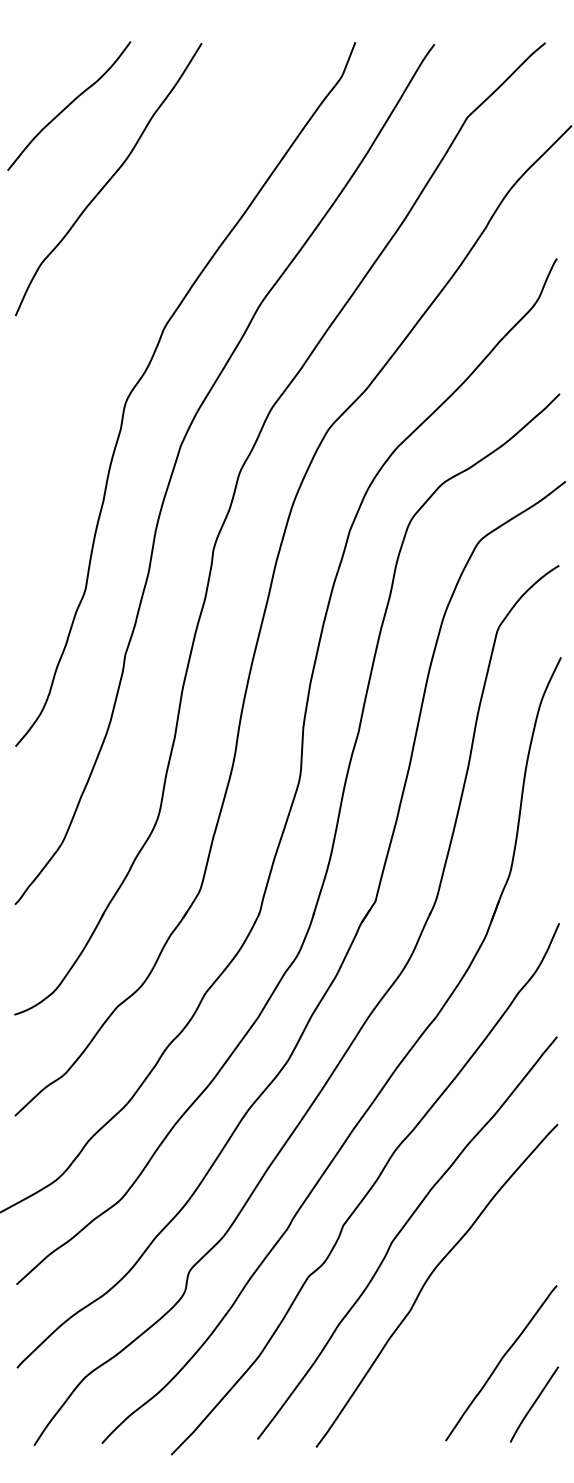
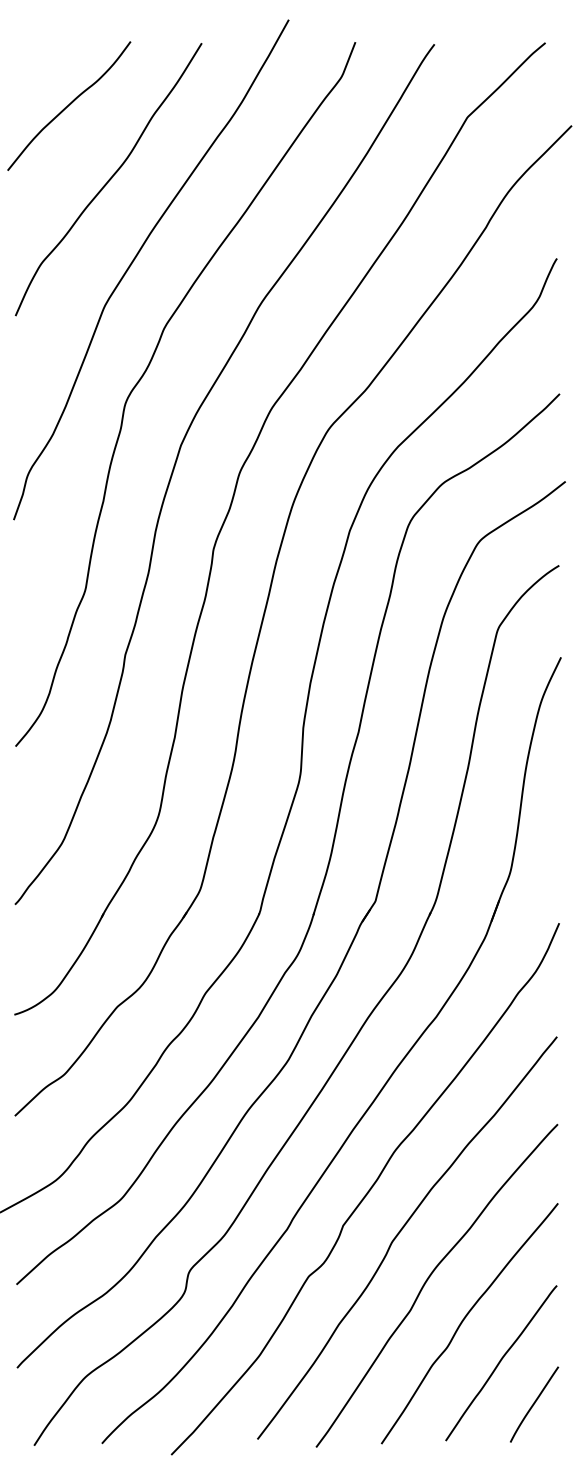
curve at (135, 259): none -> present
curve at (464, 1320): none -> present
